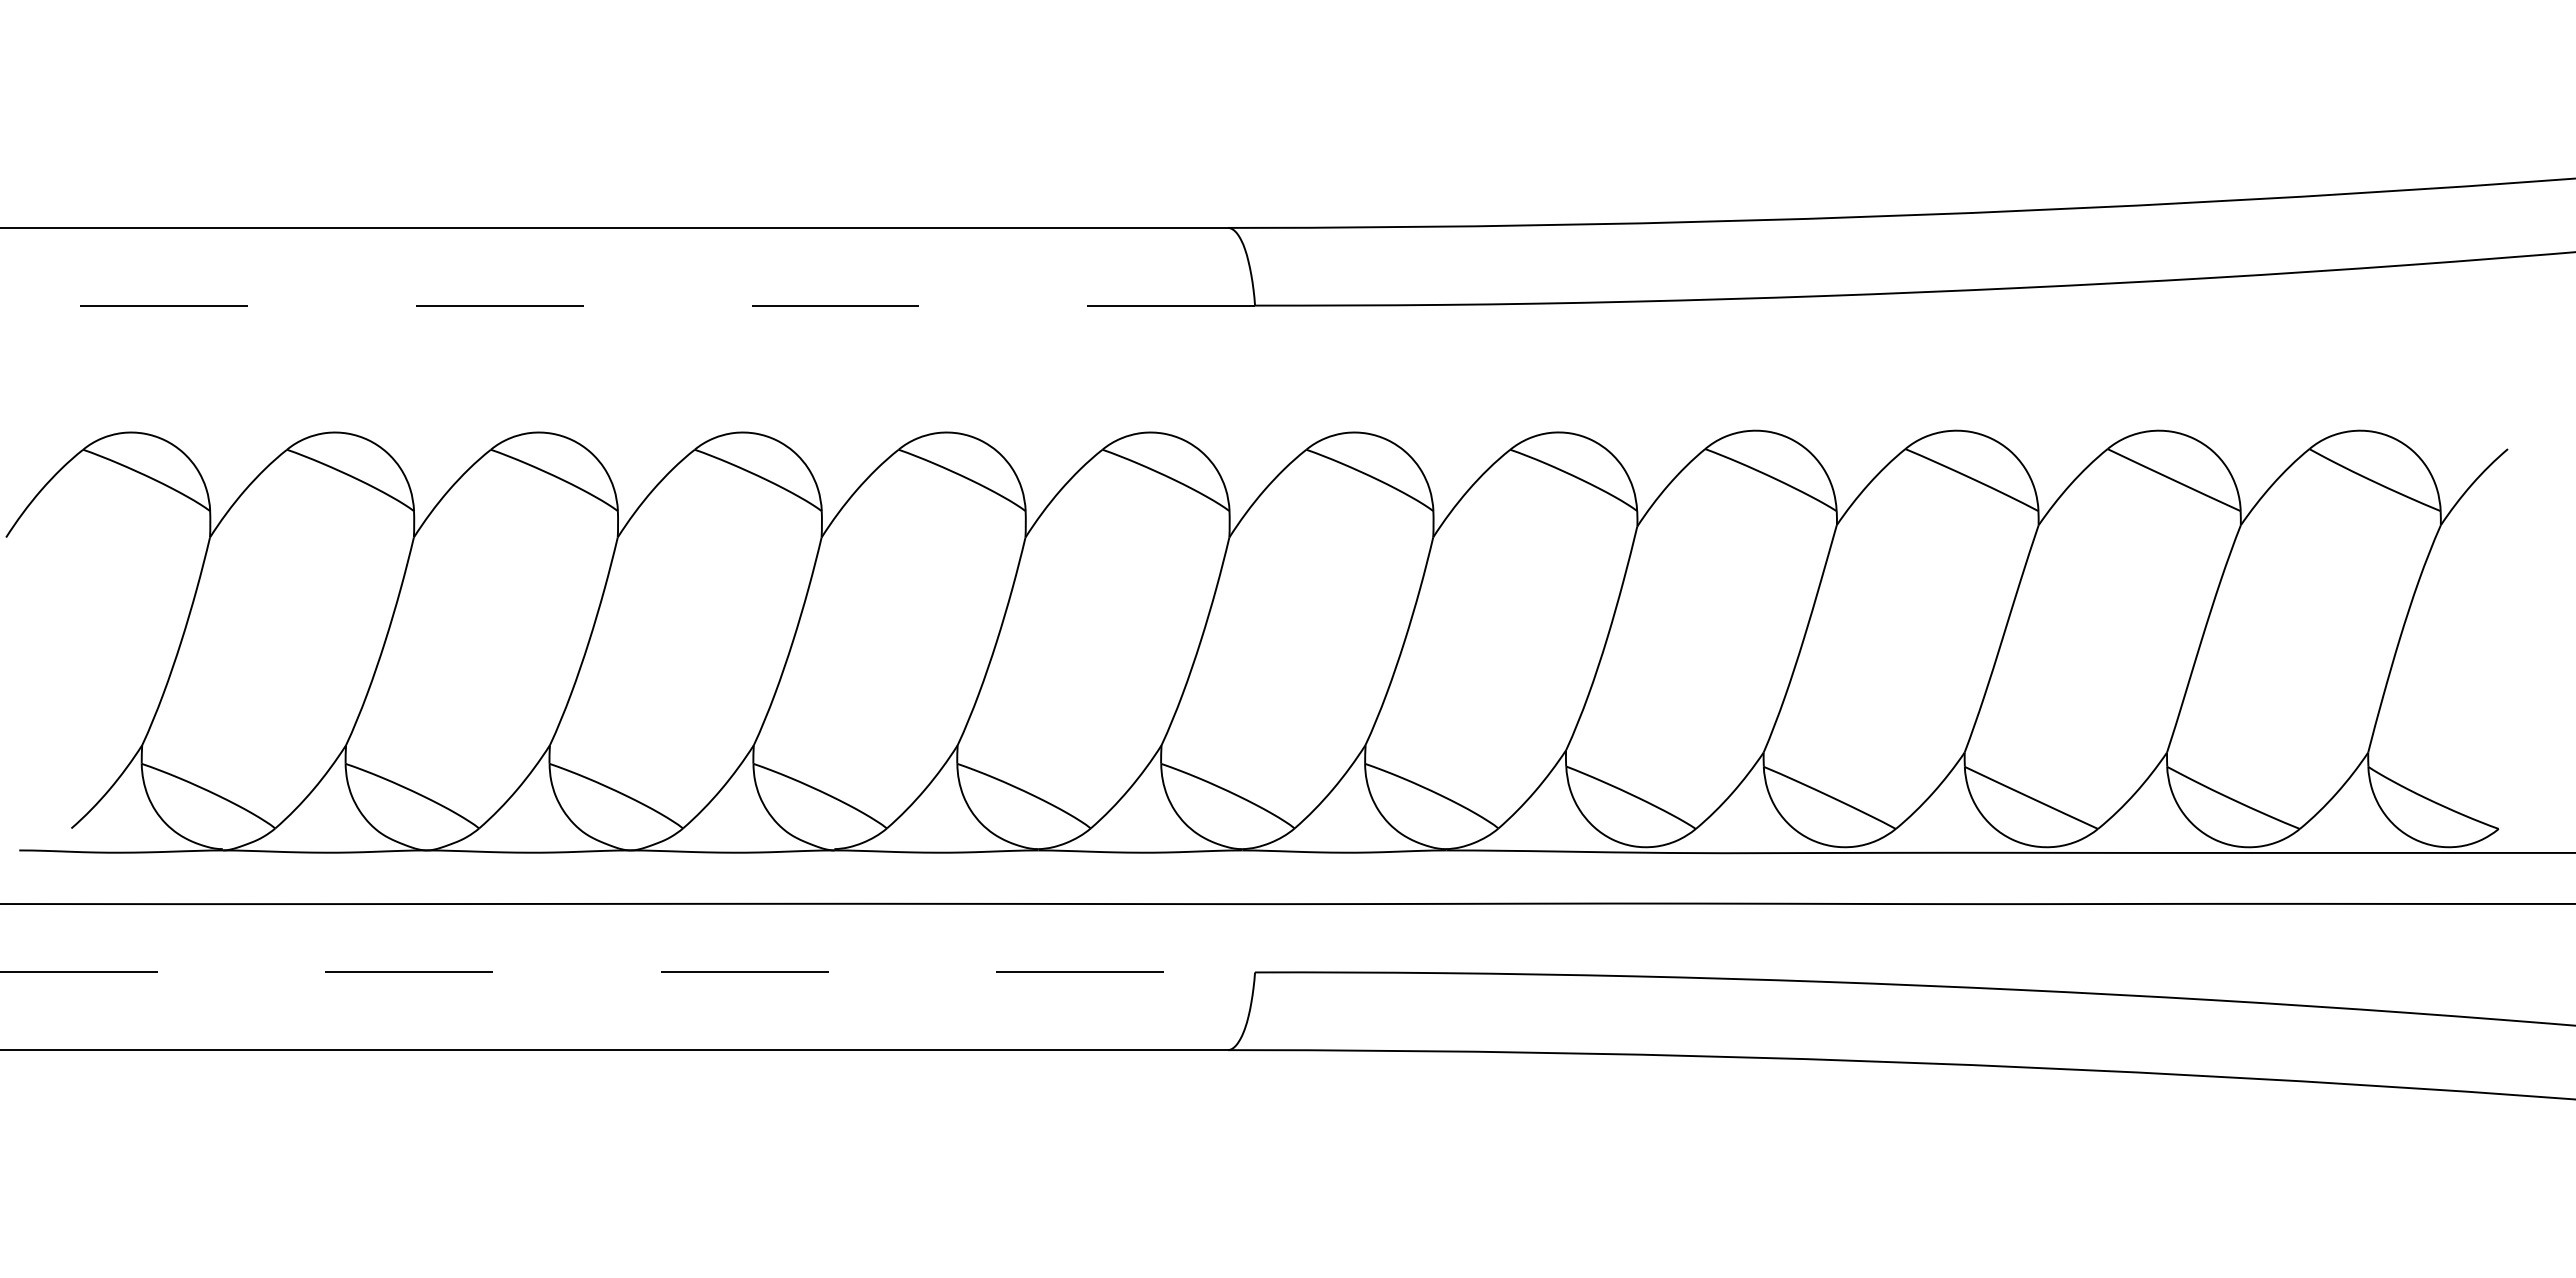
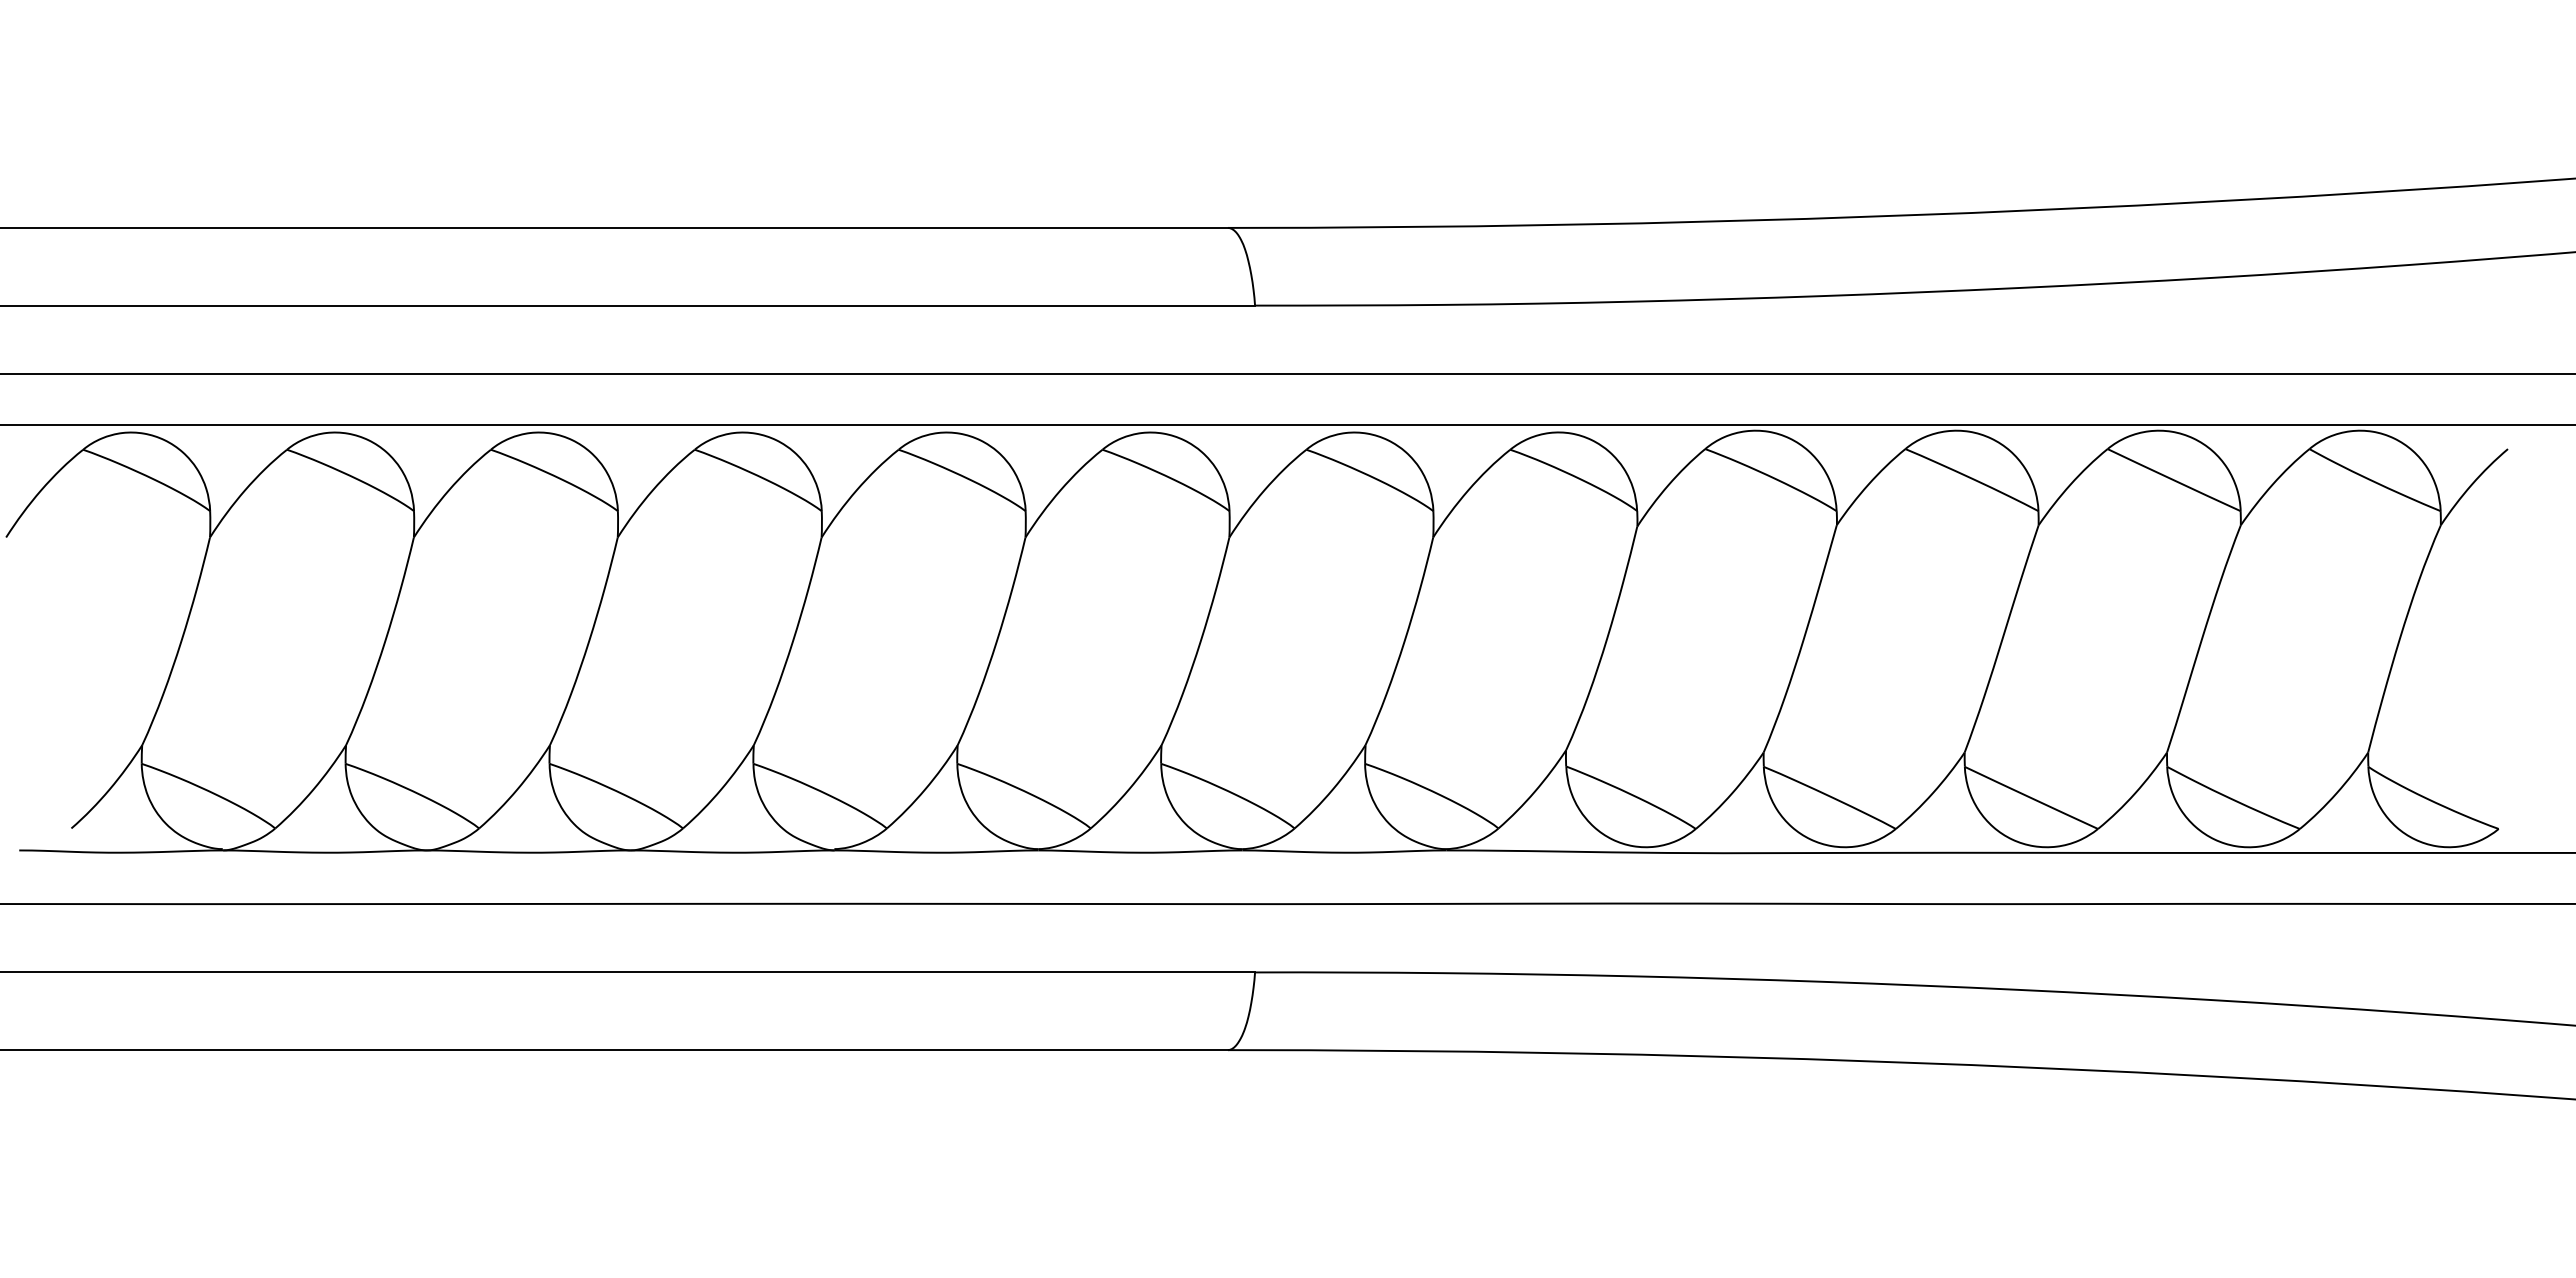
line at (627, 305): dashed -> solid
line at (1287, 374): none -> present
line at (1287, 425): none -> present
line at (628, 972): dashed -> solid
